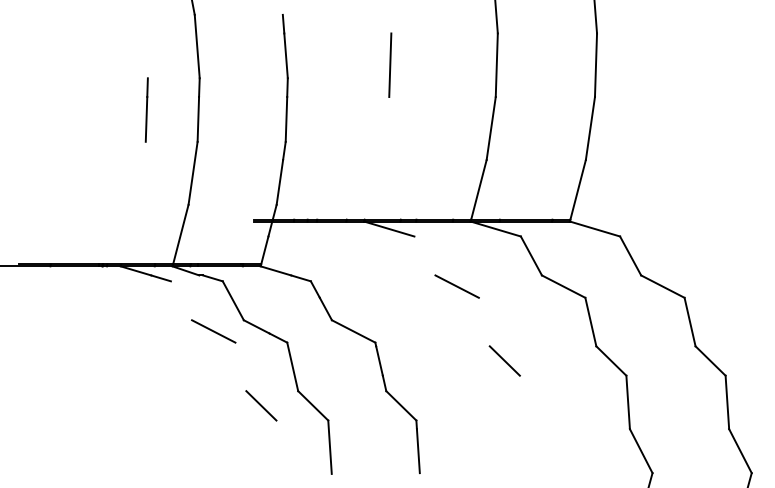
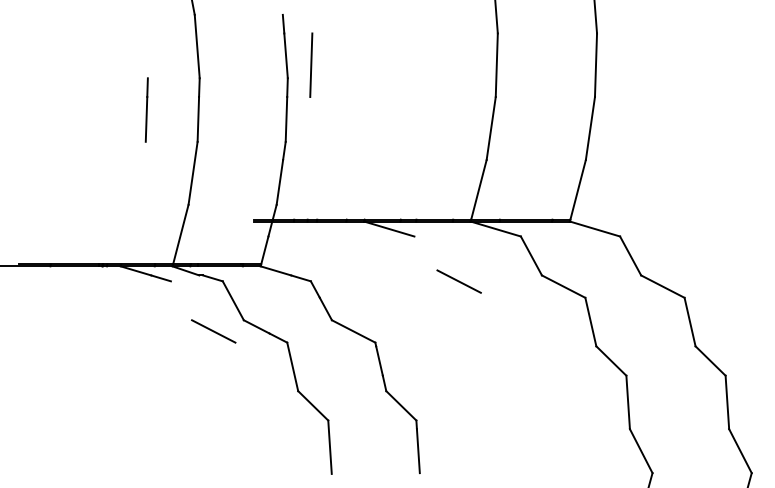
line at (390, 64) position: (390, 64) -> (311, 64)
line at (456, 286) position: (456, 286) -> (458, 281)
line at (504, 360): present -> none
line at (261, 405): present -> none
